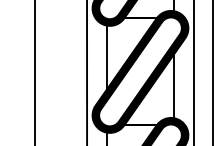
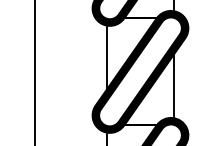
line at (87, 72): present -> none
line at (194, 72): present -> none
line at (212, 72): present -> none
